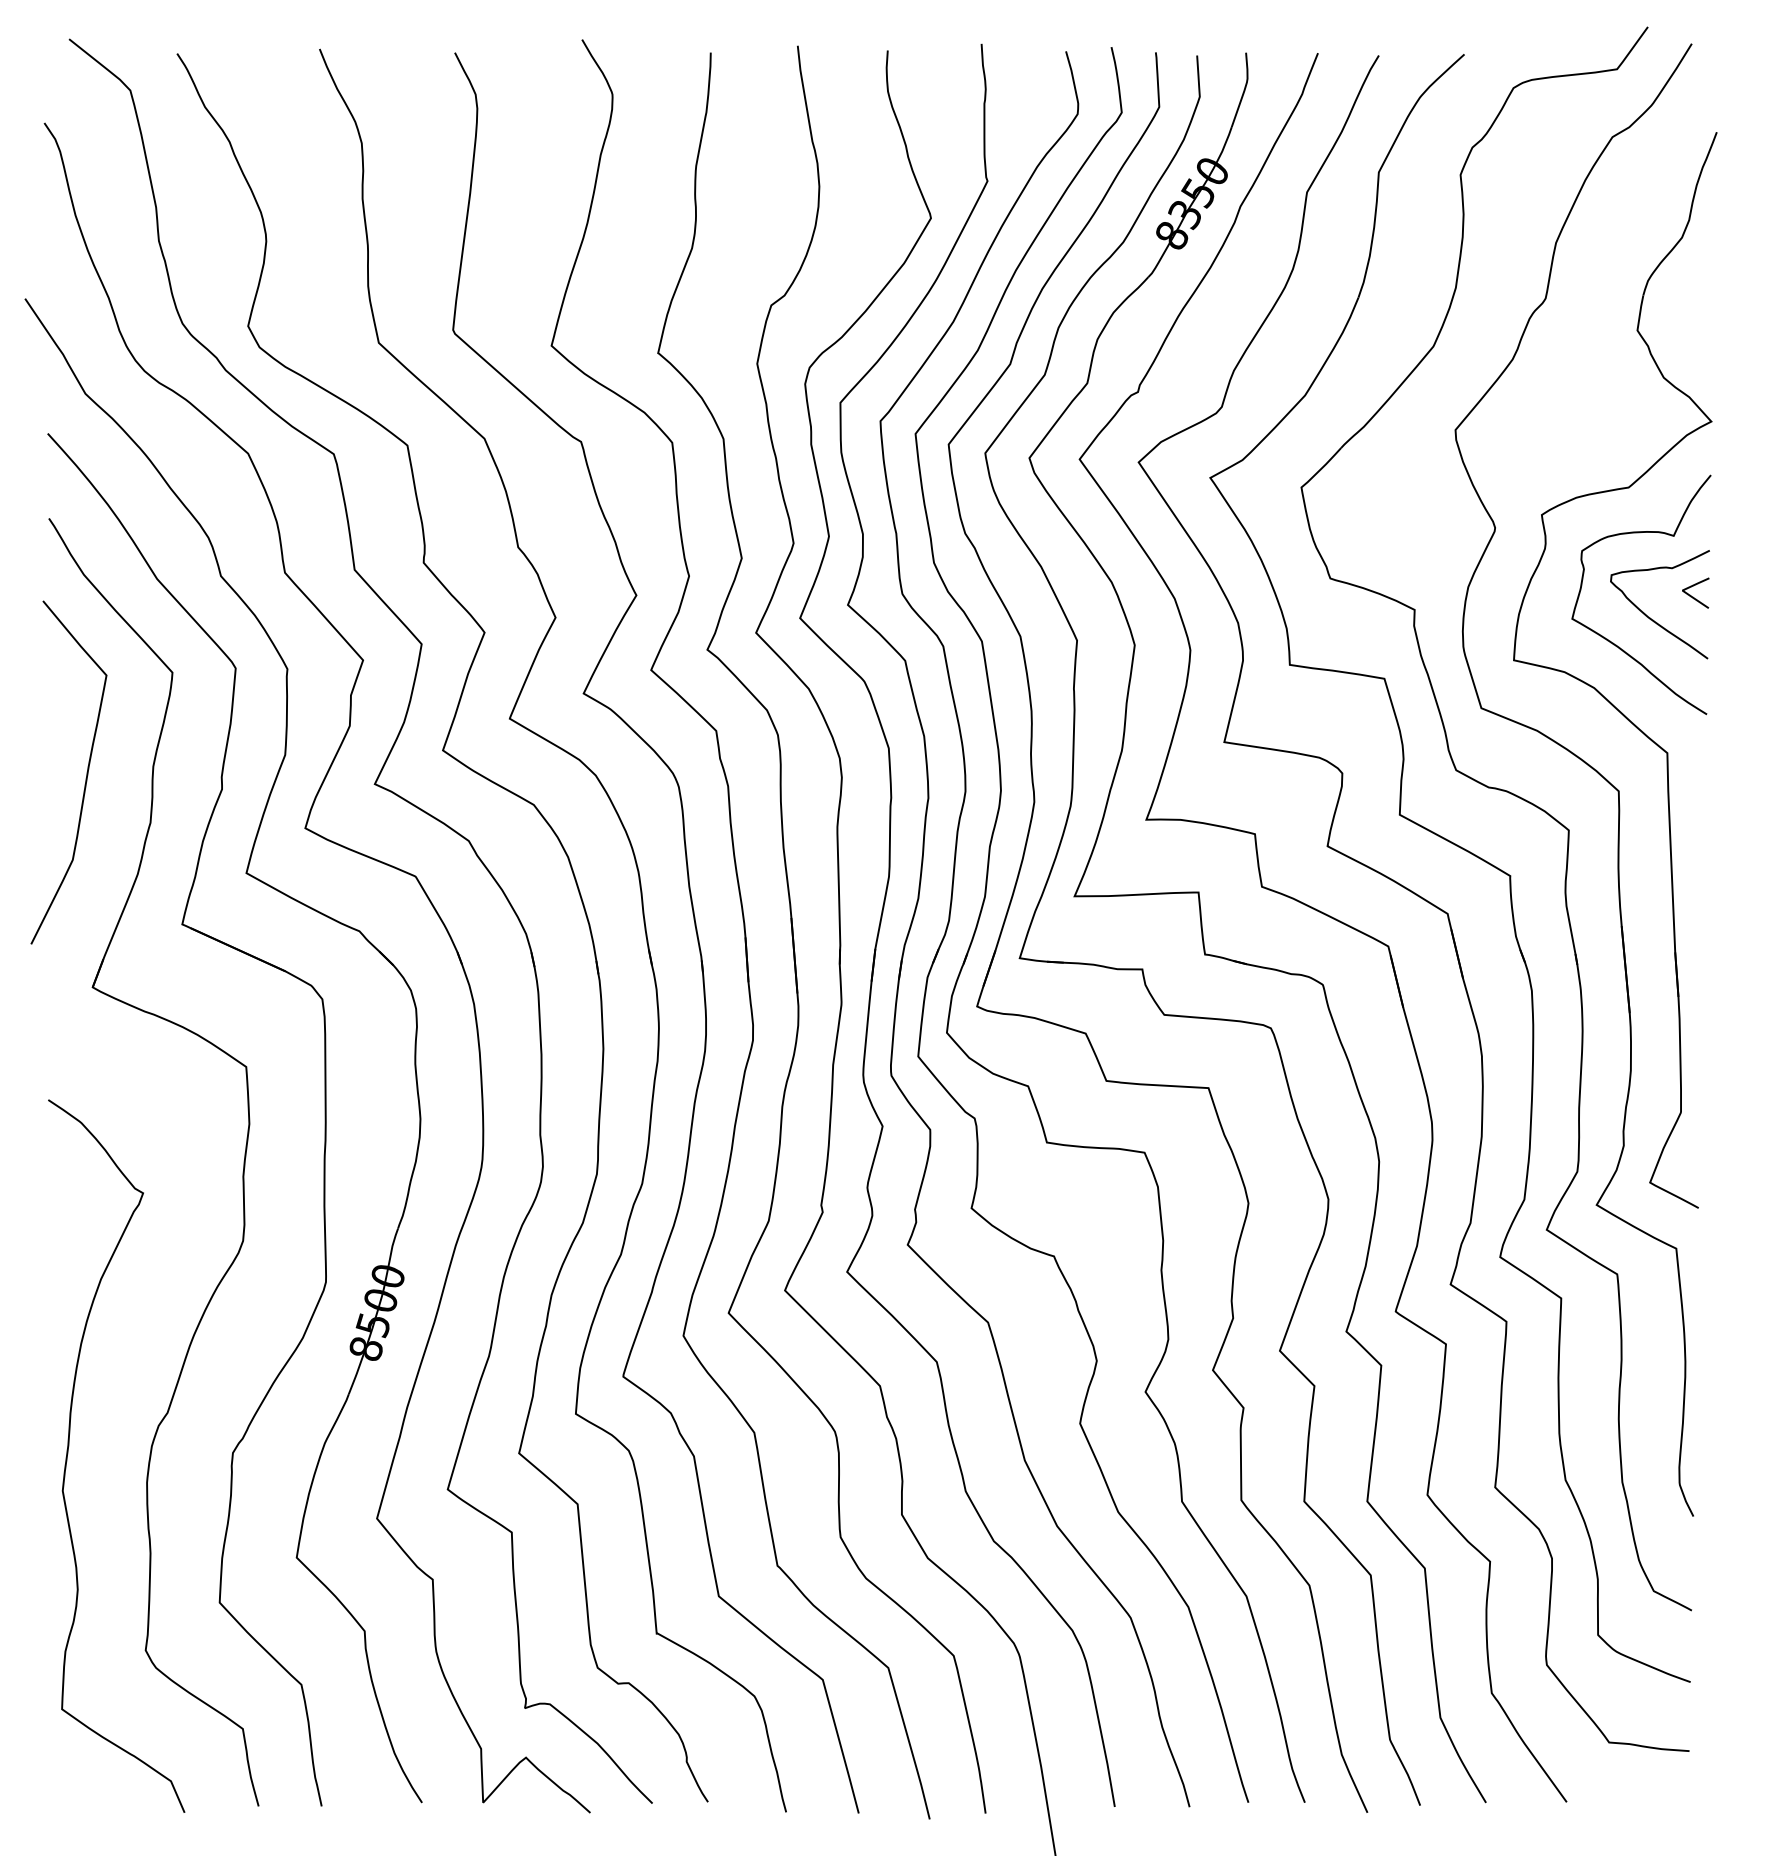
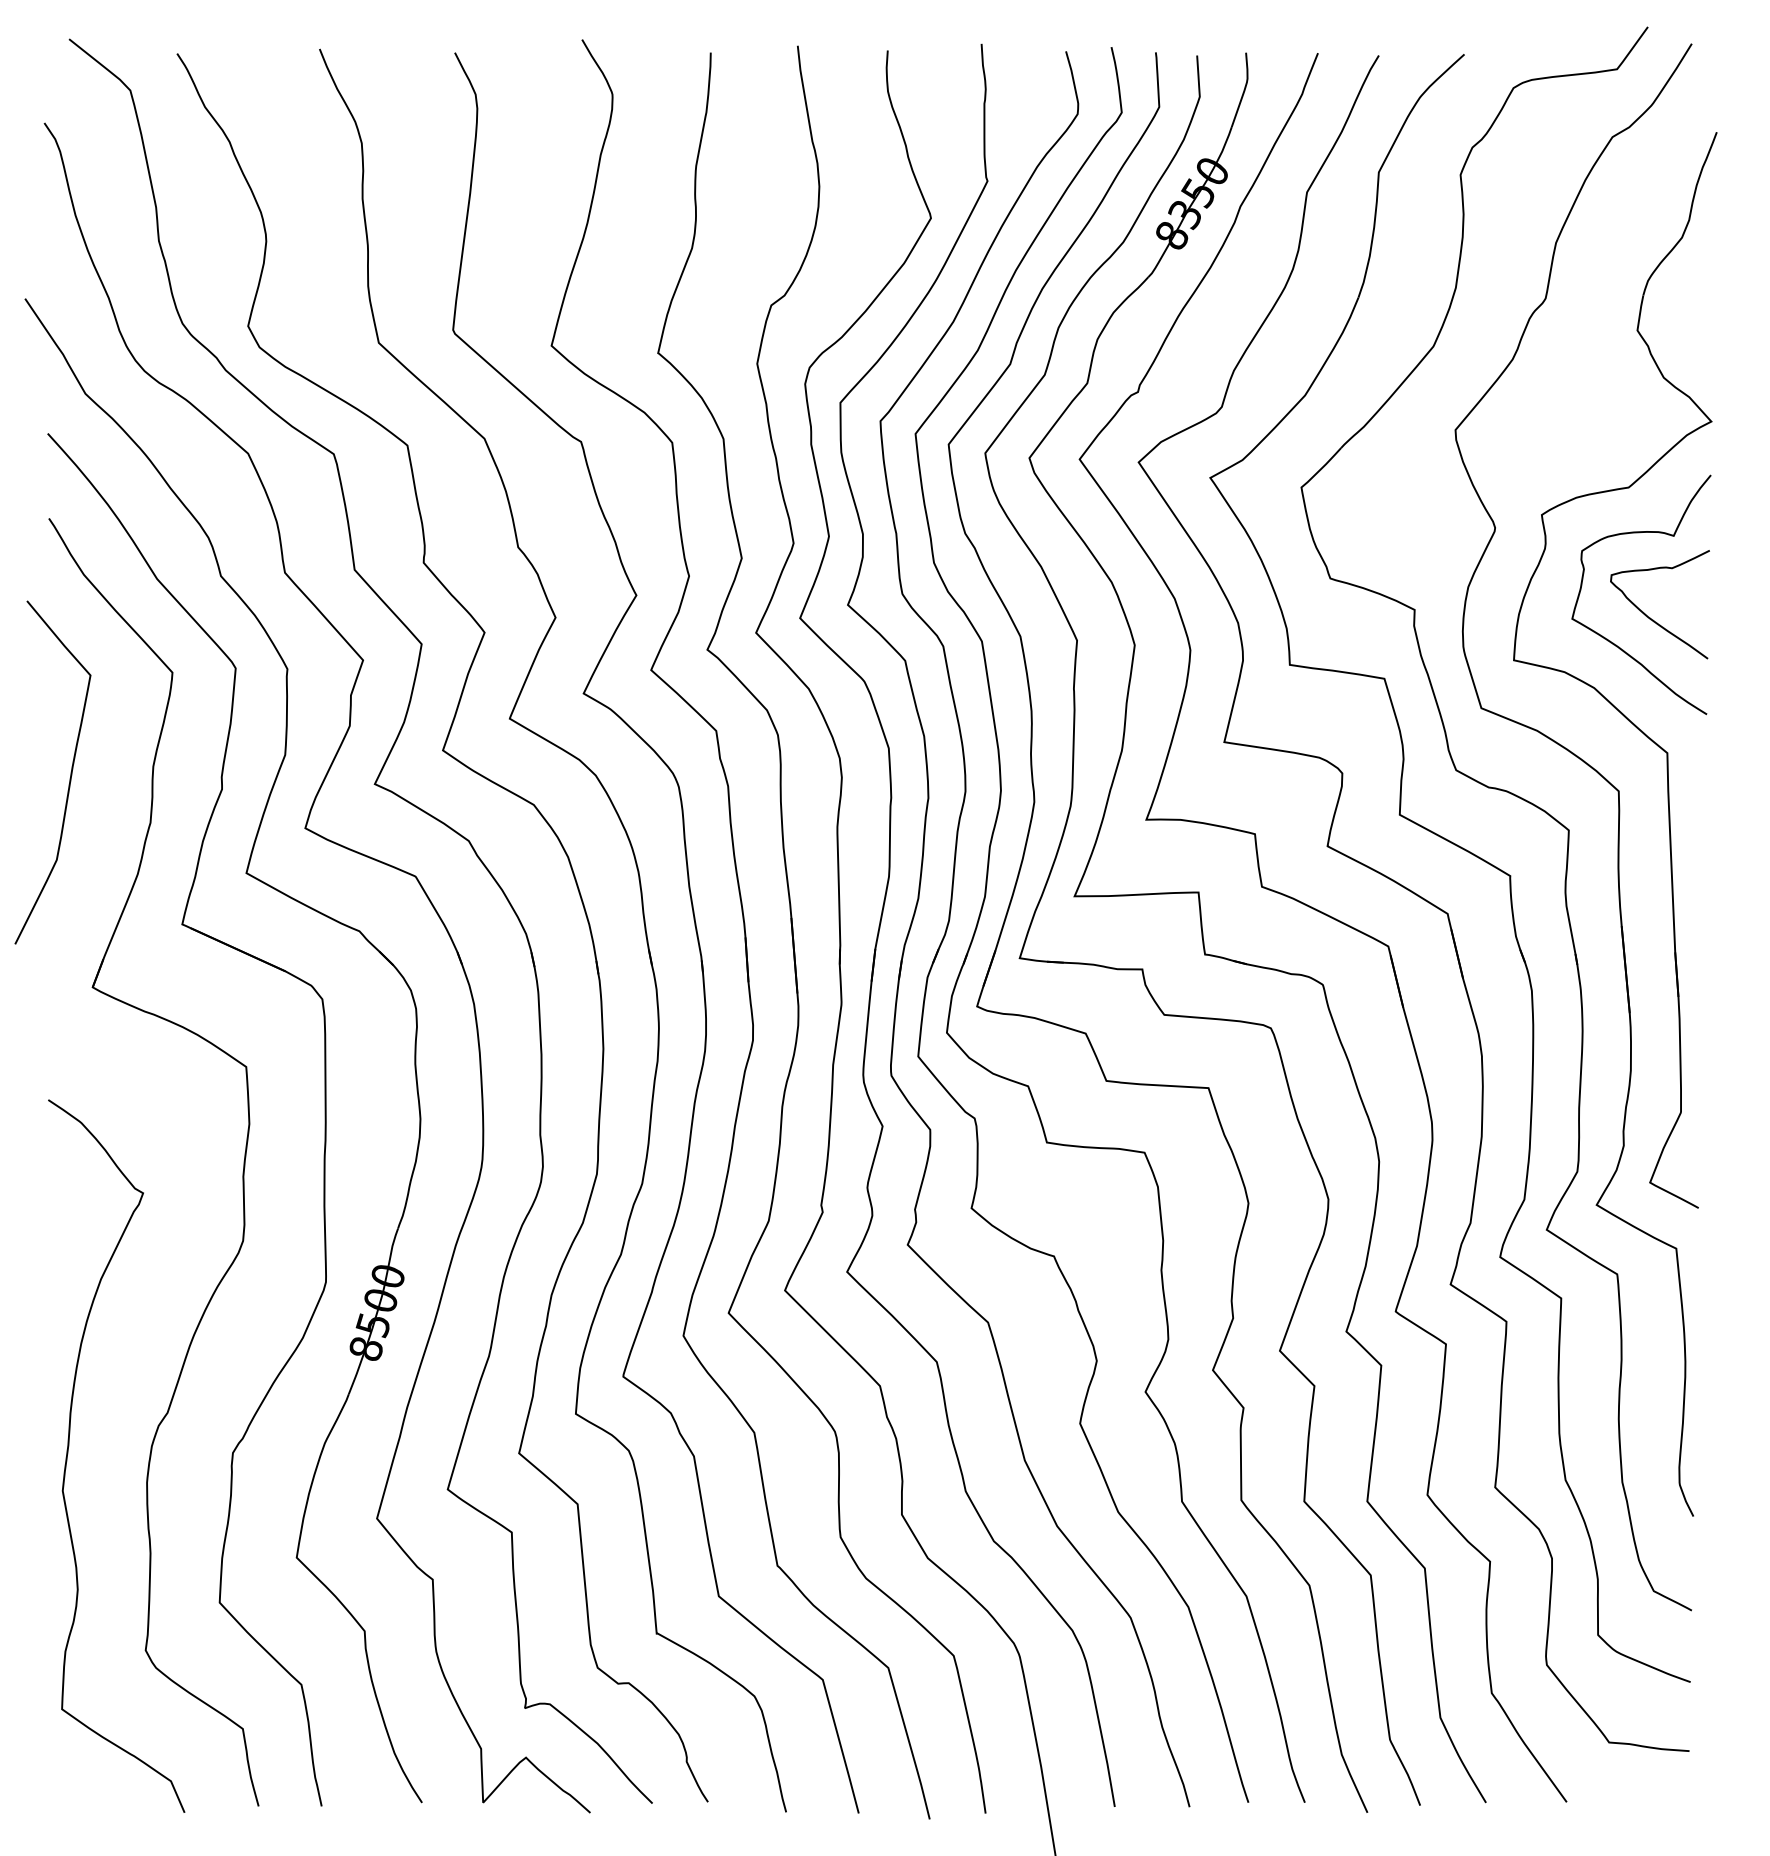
line at (1693, 596): present -> none
curve at (86, 772) position: (86, 772) -> (70, 772)
